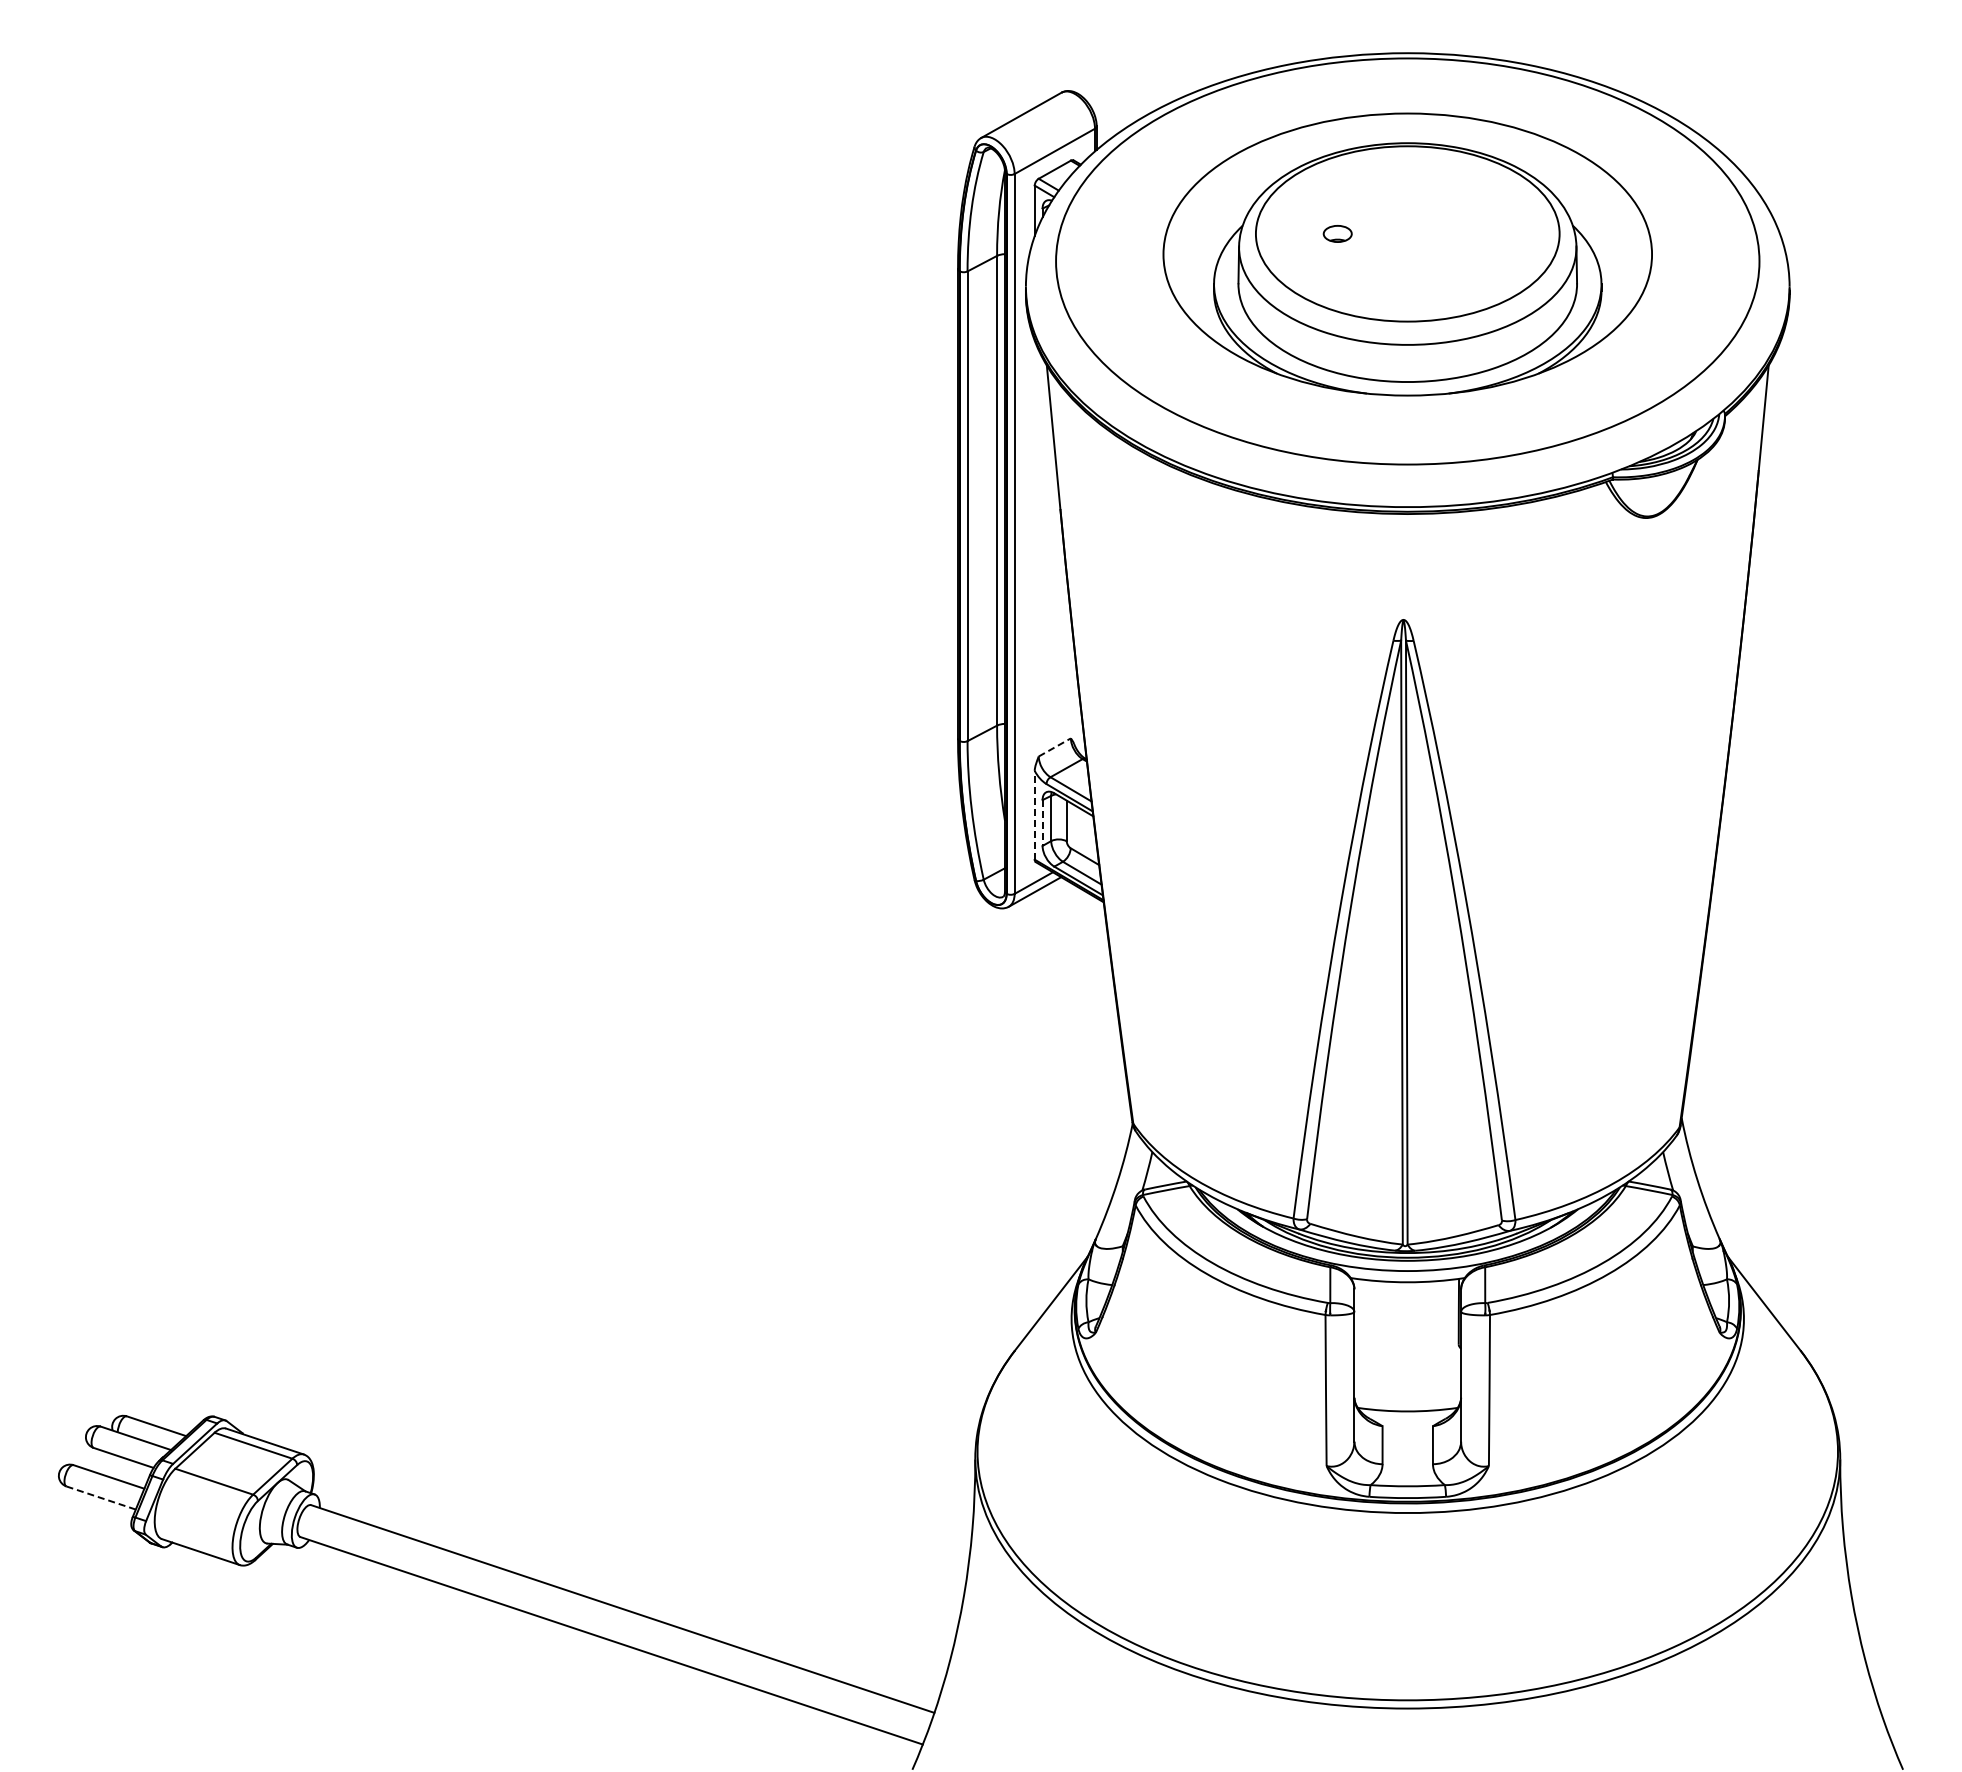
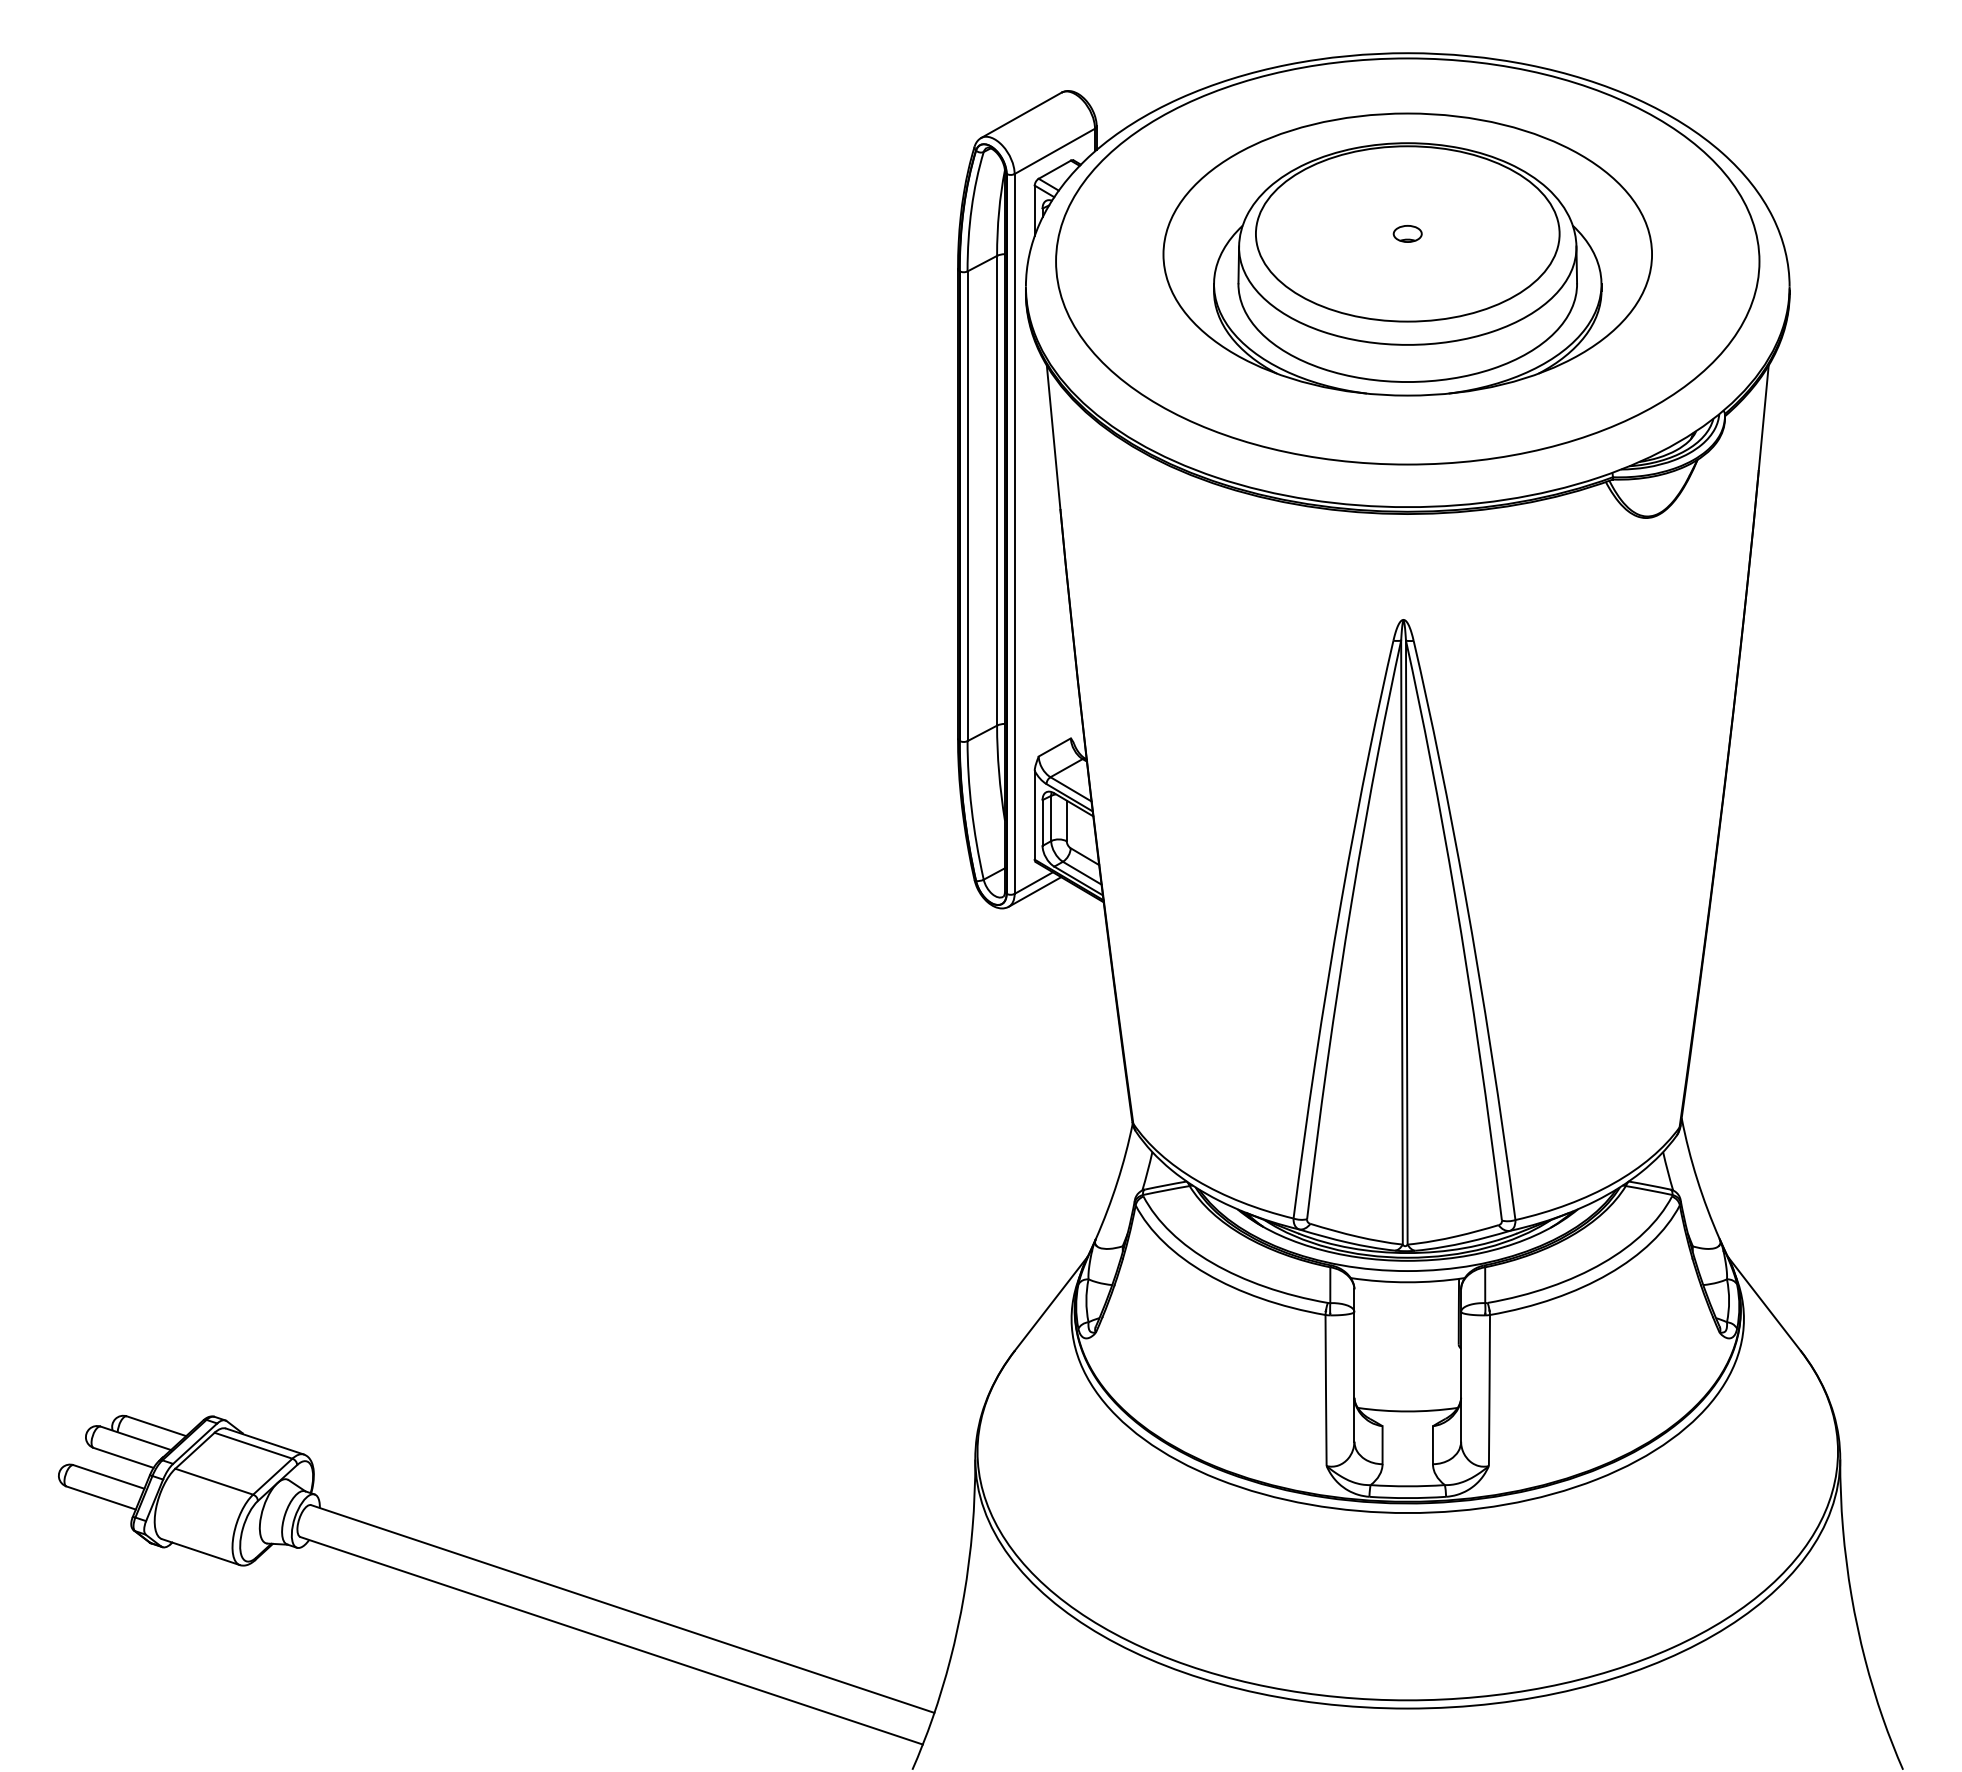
part at (1337, 233) position: (1337, 233) -> (1407, 233)
line at (1055, 747): dashed -> solid
line at (1034, 814): dashed -> solid
line at (1042, 823): dashed -> solid
line at (101, 1498): dashed -> solid
